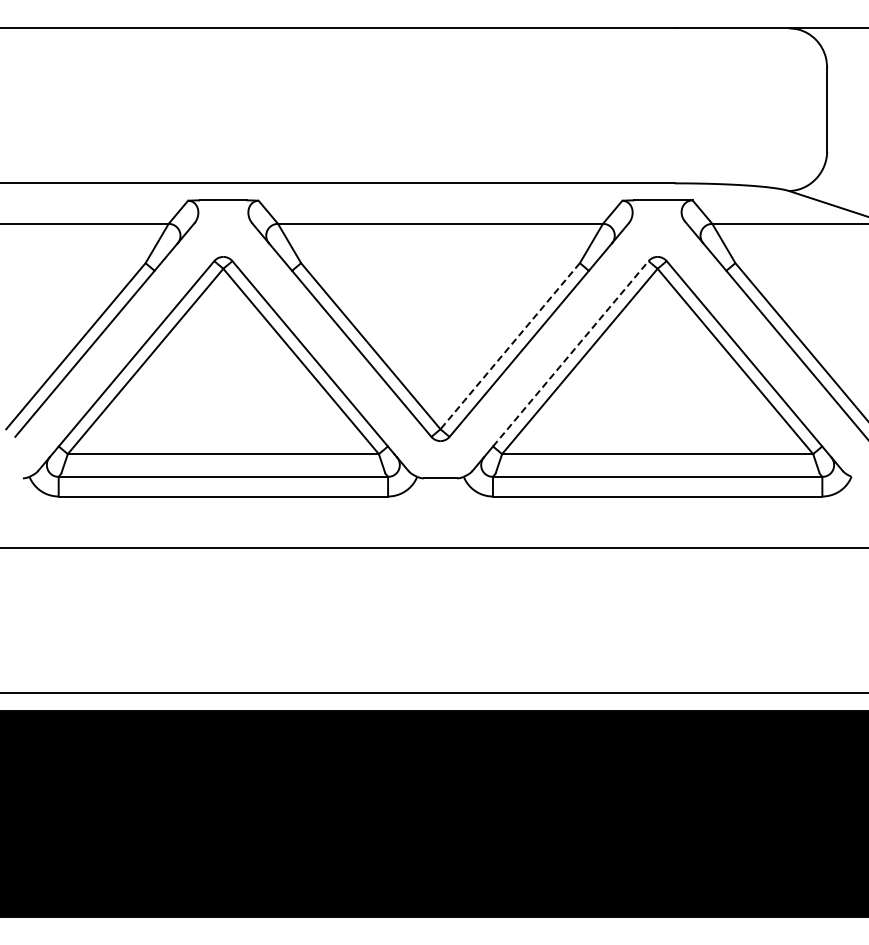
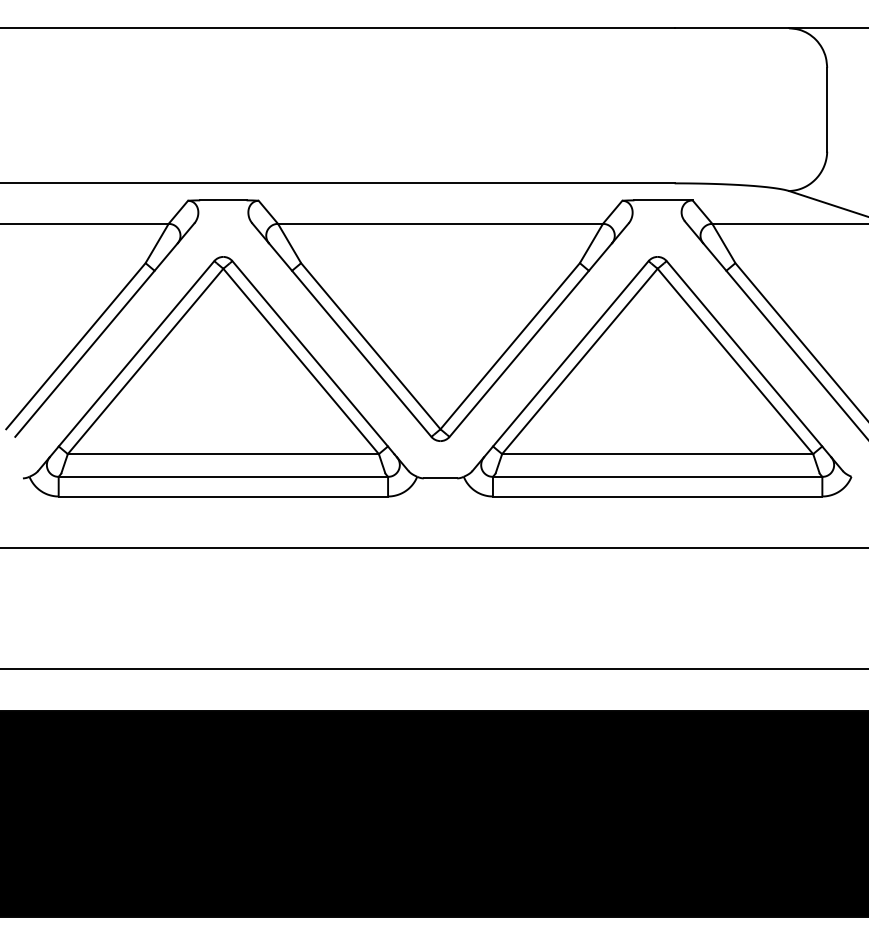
line at (509, 346): dashed -> solid
line at (570, 353): dashed -> solid
line at (433, 692) position: (433, 692) -> (433, 668)
